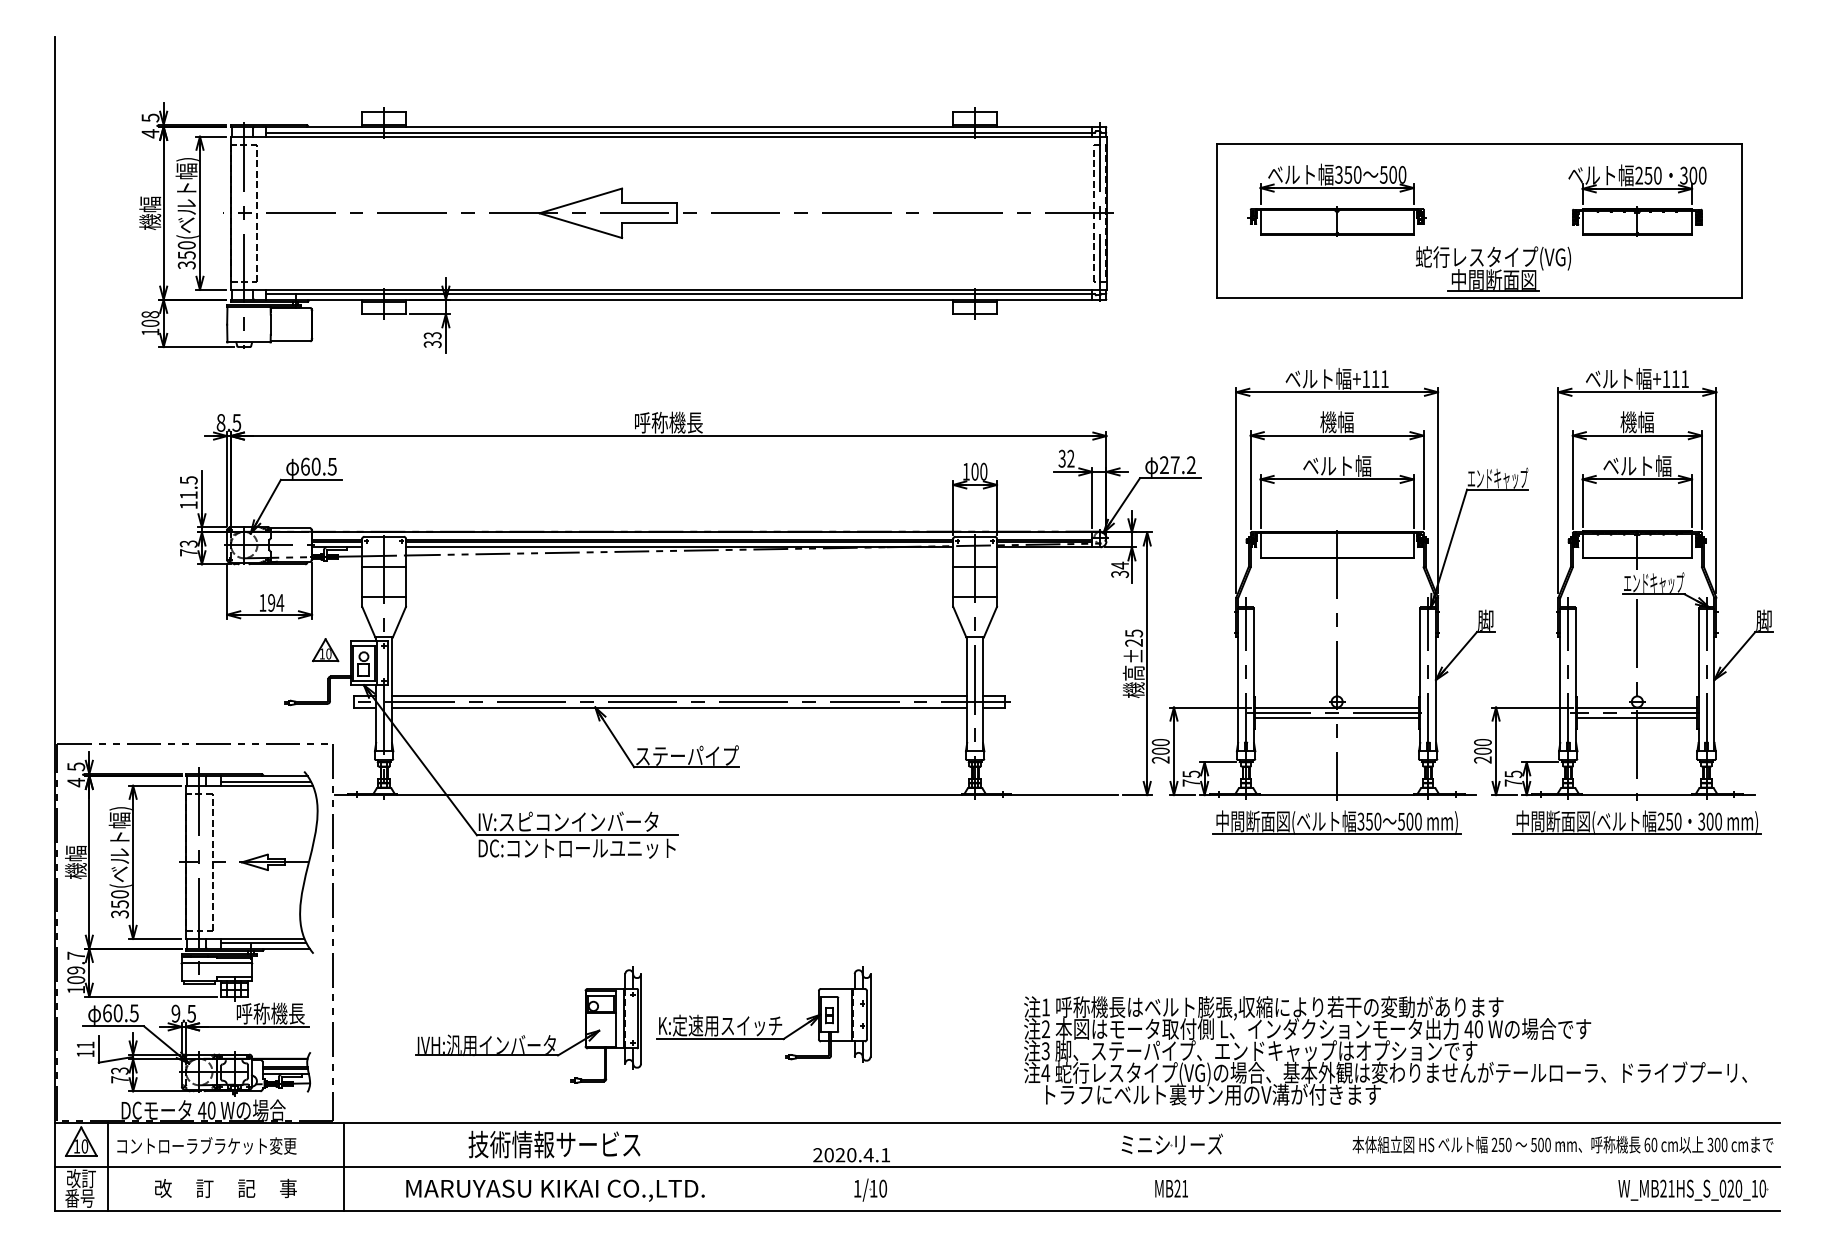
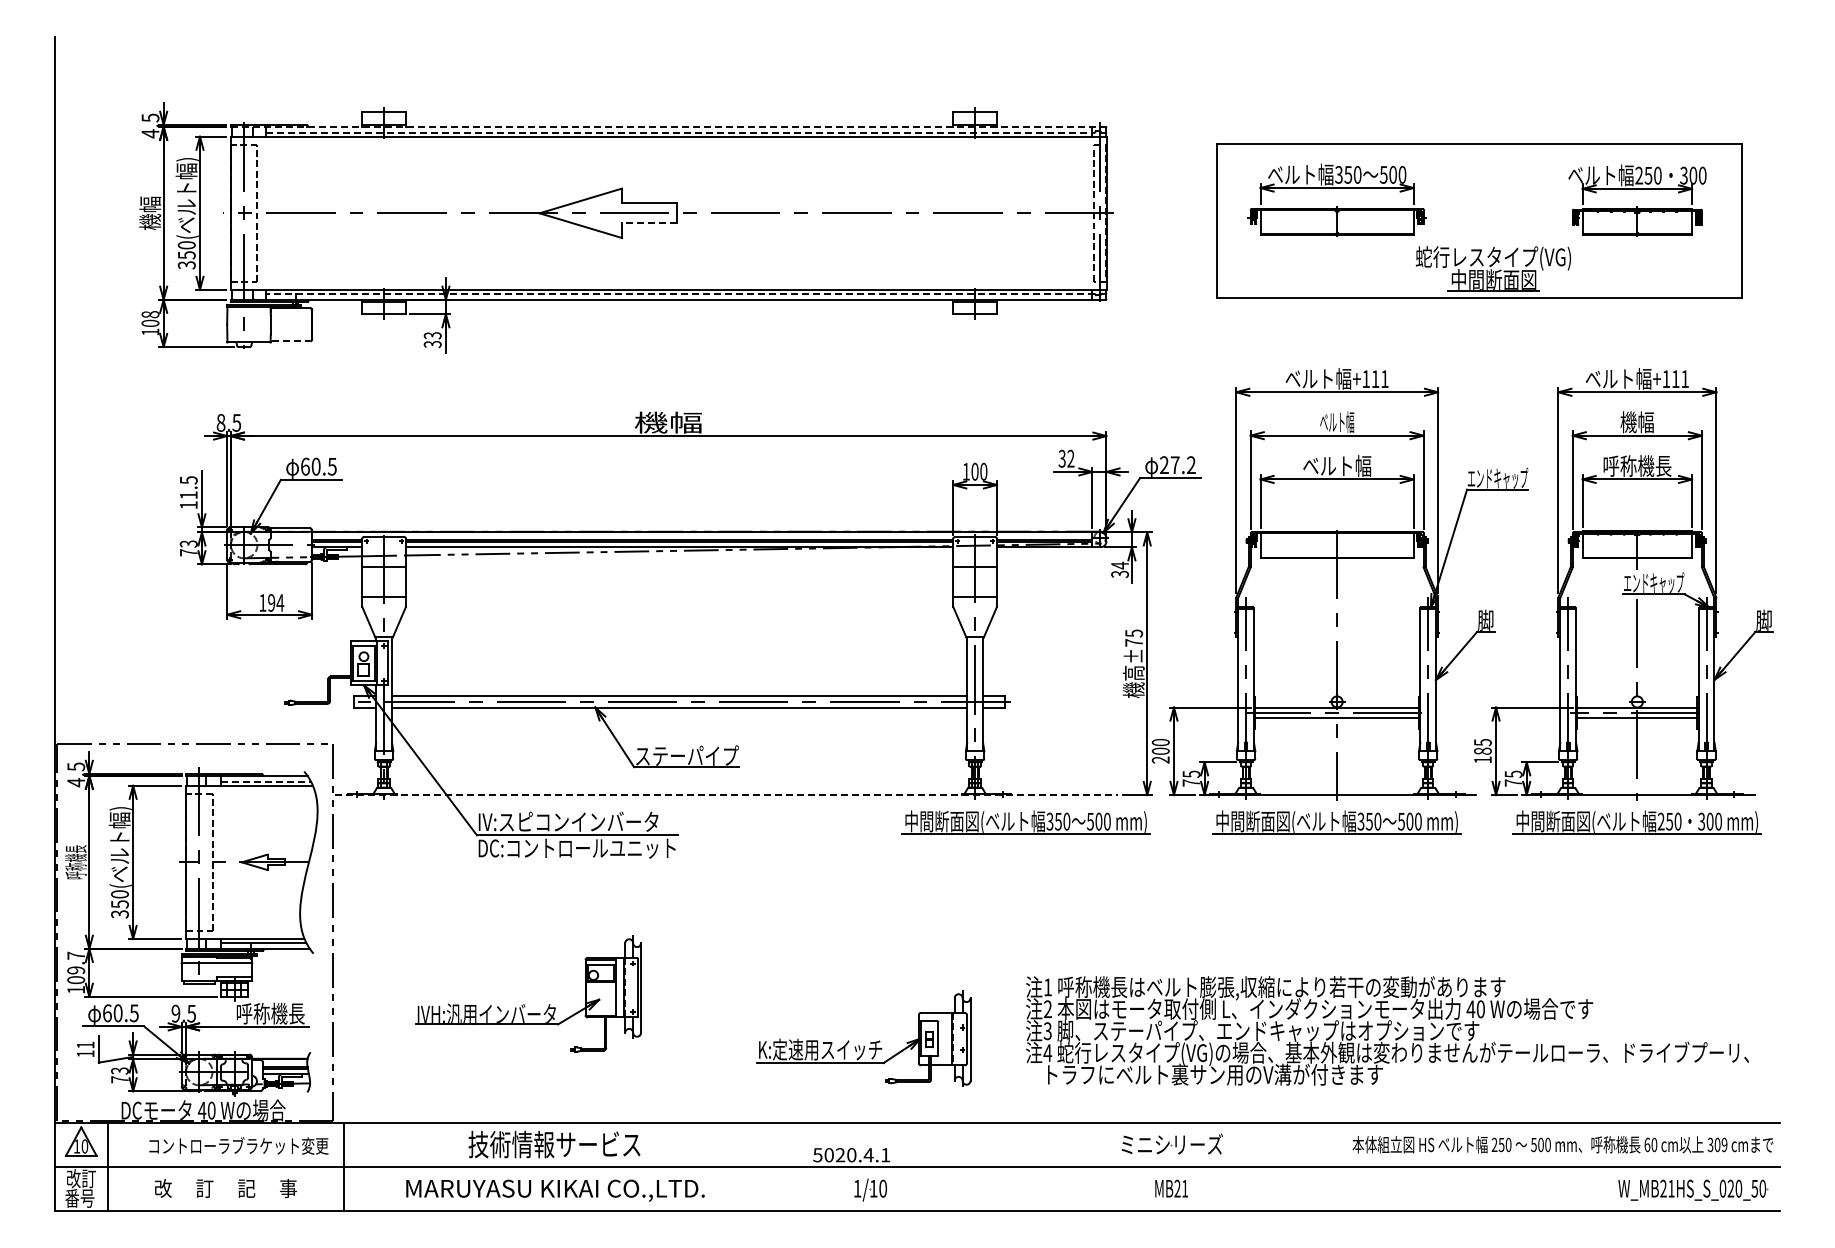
line at (668, 126): solid -> dashed
line at (680, 132): solid -> dashed
line at (649, 223): solid -> dashed
line at (679, 294): solid -> dashed
line at (291, 341): solid -> dashed
text at (668, 422): 呼称機長 -> 機幅
text at (1337, 422): 機幅 -> ベルト幅
text at (1637, 465): ベルト幅 -> 呼称機長
text at (1133, 642): ±25 -> ±75
part at (325, 650): present -> none
text at (1482, 751): 200 -> 185
line at (266, 781): solid -> dashed
line at (726, 795): solid -> dashed
part at (1025, 822): none -> present
text at (75, 862): 機幅 -> 呼称機長
part at (763, 1022) position: (763, 1022) -> (863, 1046)
part at (524, 1035) position: (524, 1035) -> (524, 1004)
text at (1385, 1050) position: (1385, 1050) -> (1387, 1030)
text at (206, 1145) position: (206, 1145) -> (238, 1145)
text at (1724, 1145): 300 -> 309
text at (817, 1155): 2020.4.1 -> 5020.4.1
text at (1754, 1188): W_MB21HS_S_020_10 -> W_MB21HS_S_020_50
